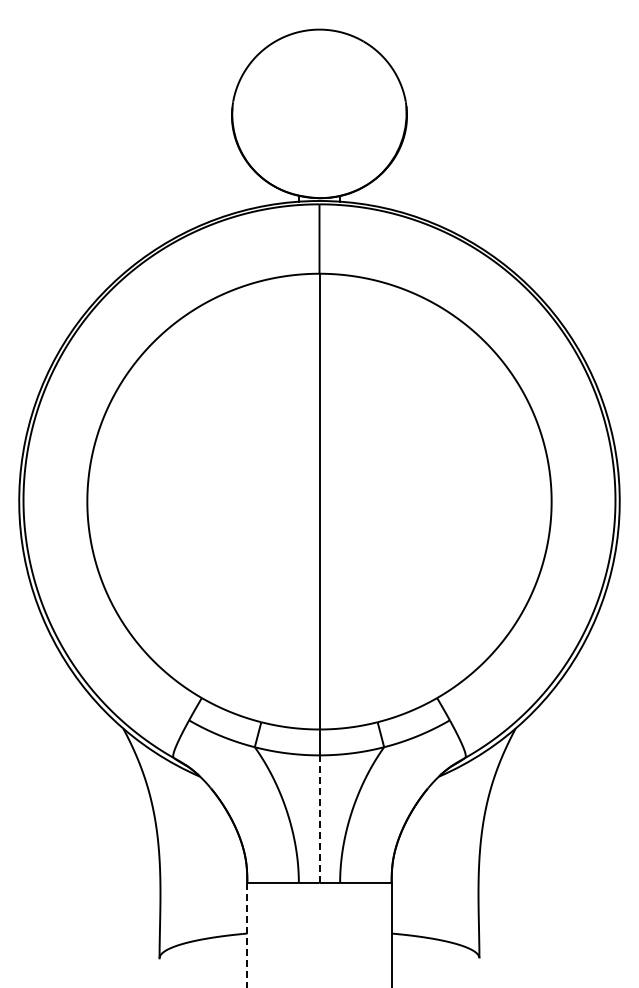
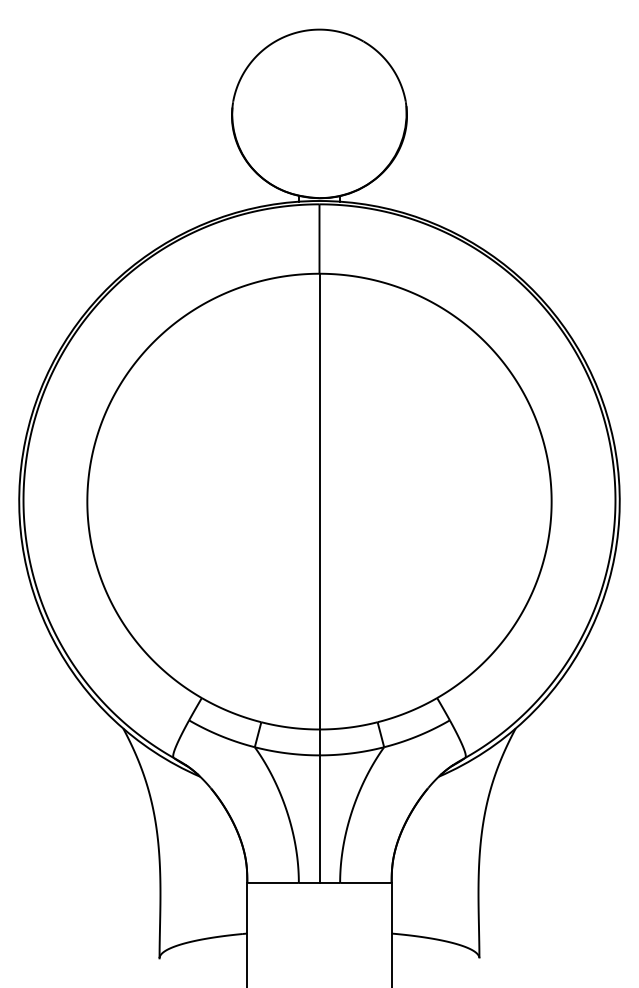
line at (319, 819): dashed -> solid
line at (247, 935): dashed -> solid
